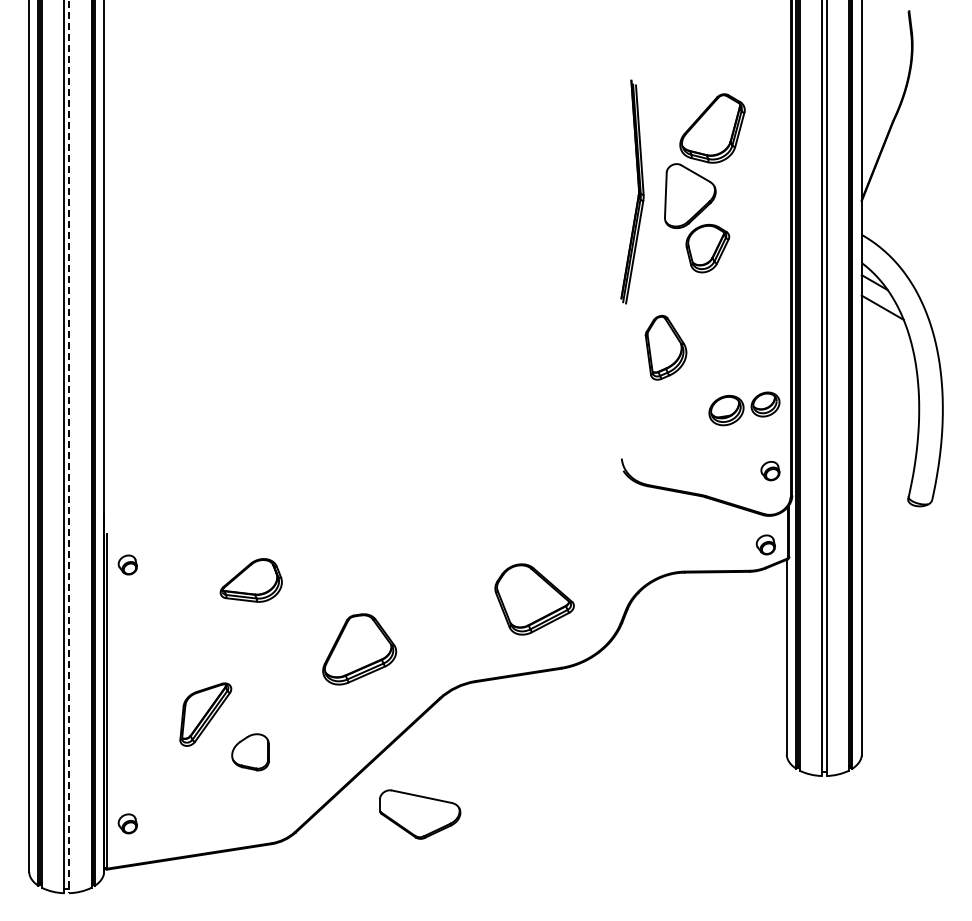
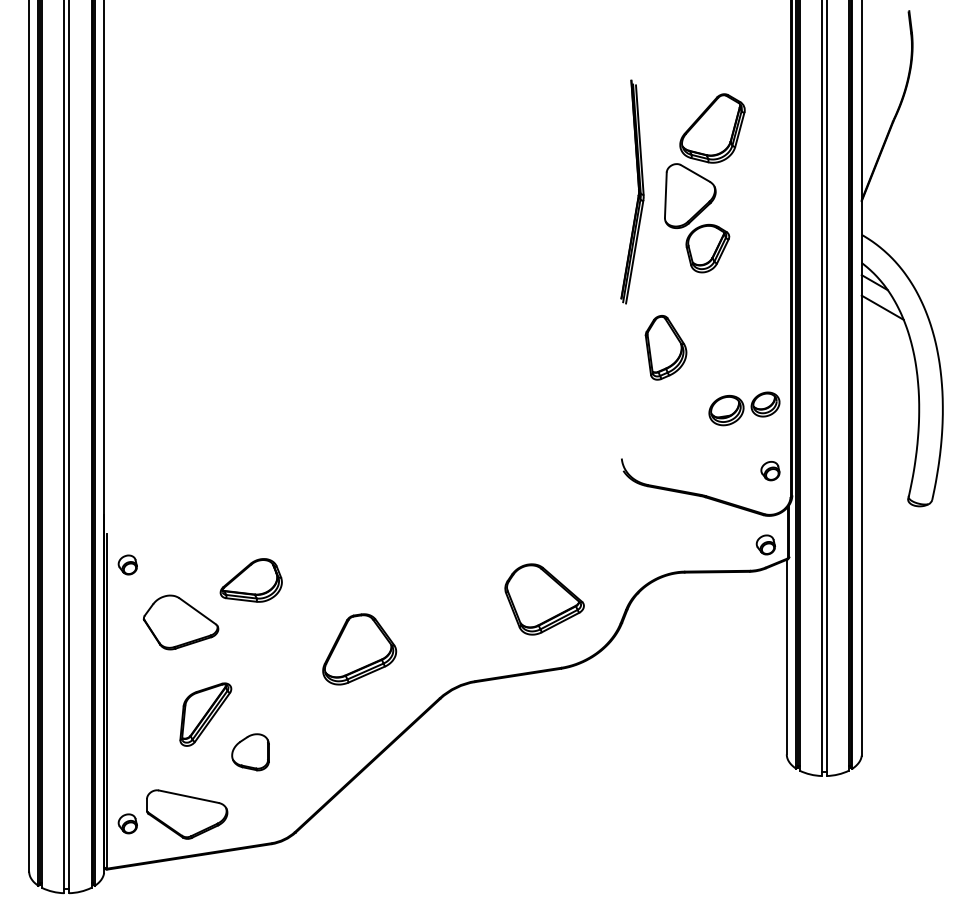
line at (69, 447): dashed -> solid
part at (534, 599) position: (534, 599) -> (544, 599)
part at (180, 622): none -> present
part at (420, 814) position: (420, 814) -> (187, 814)
